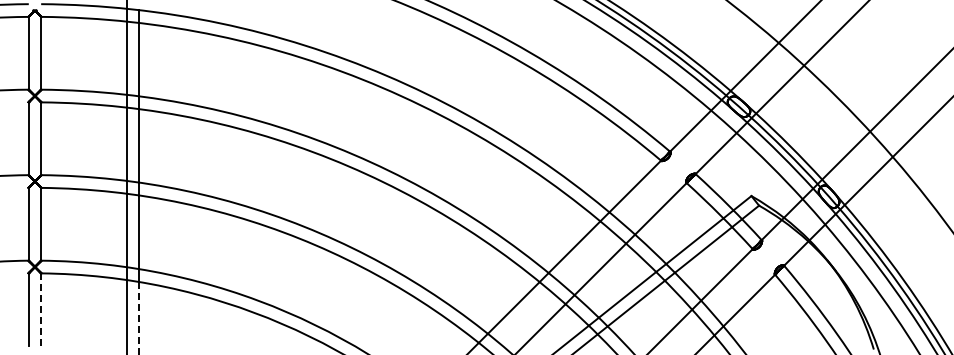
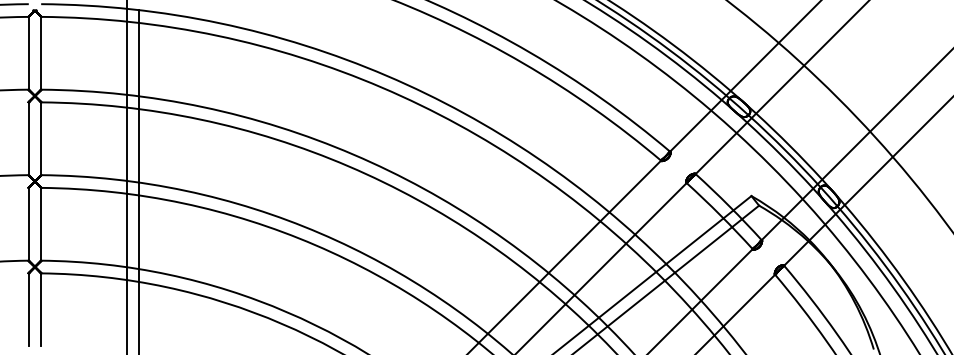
line at (41, 310): dashed -> solid
line at (139, 318): dashed -> solid
